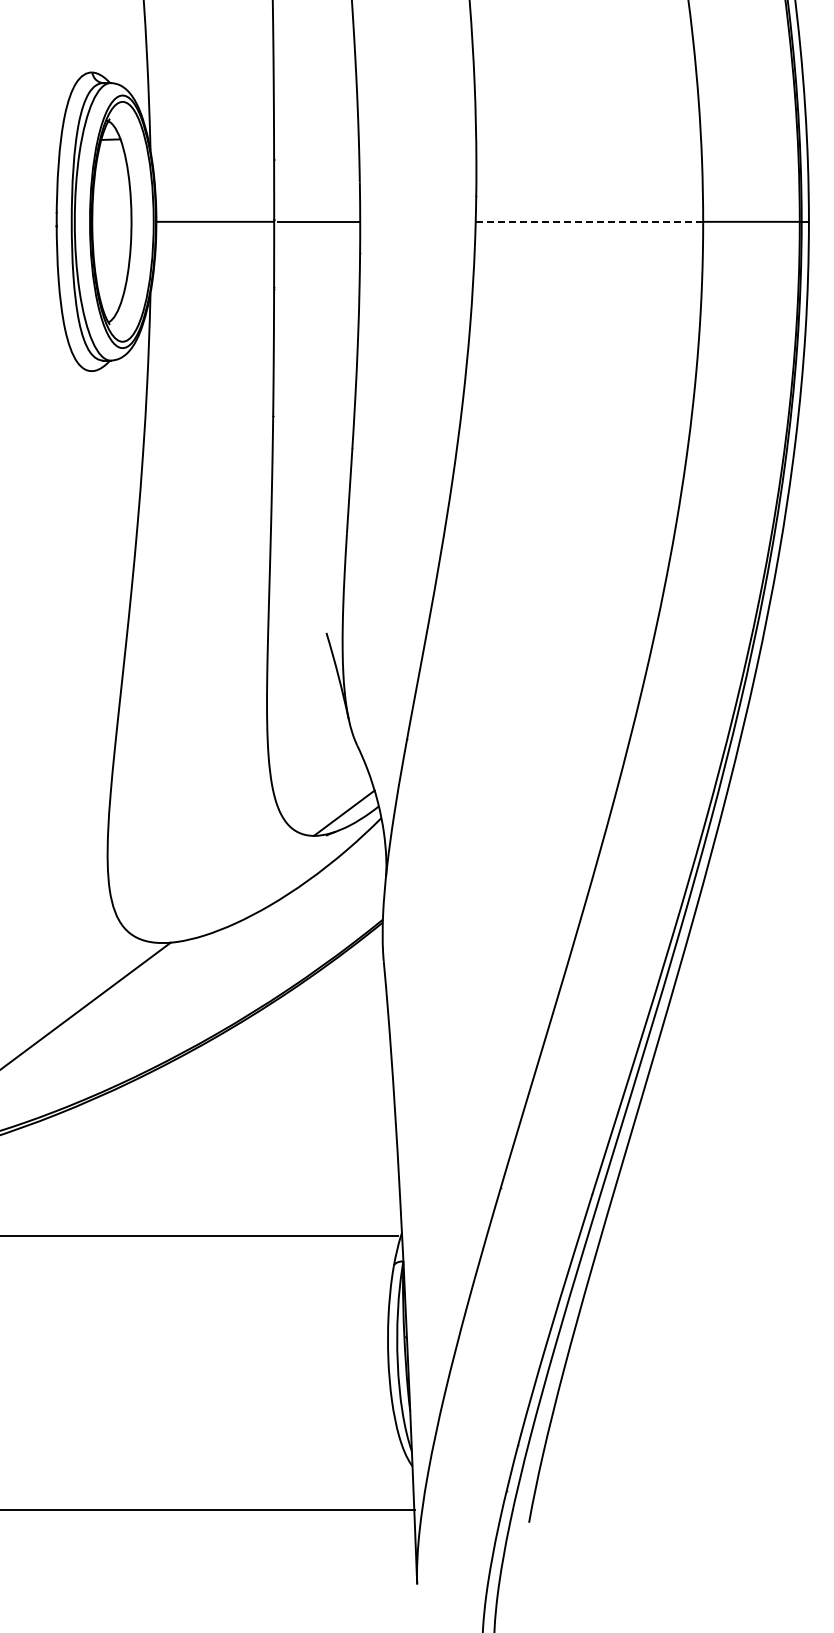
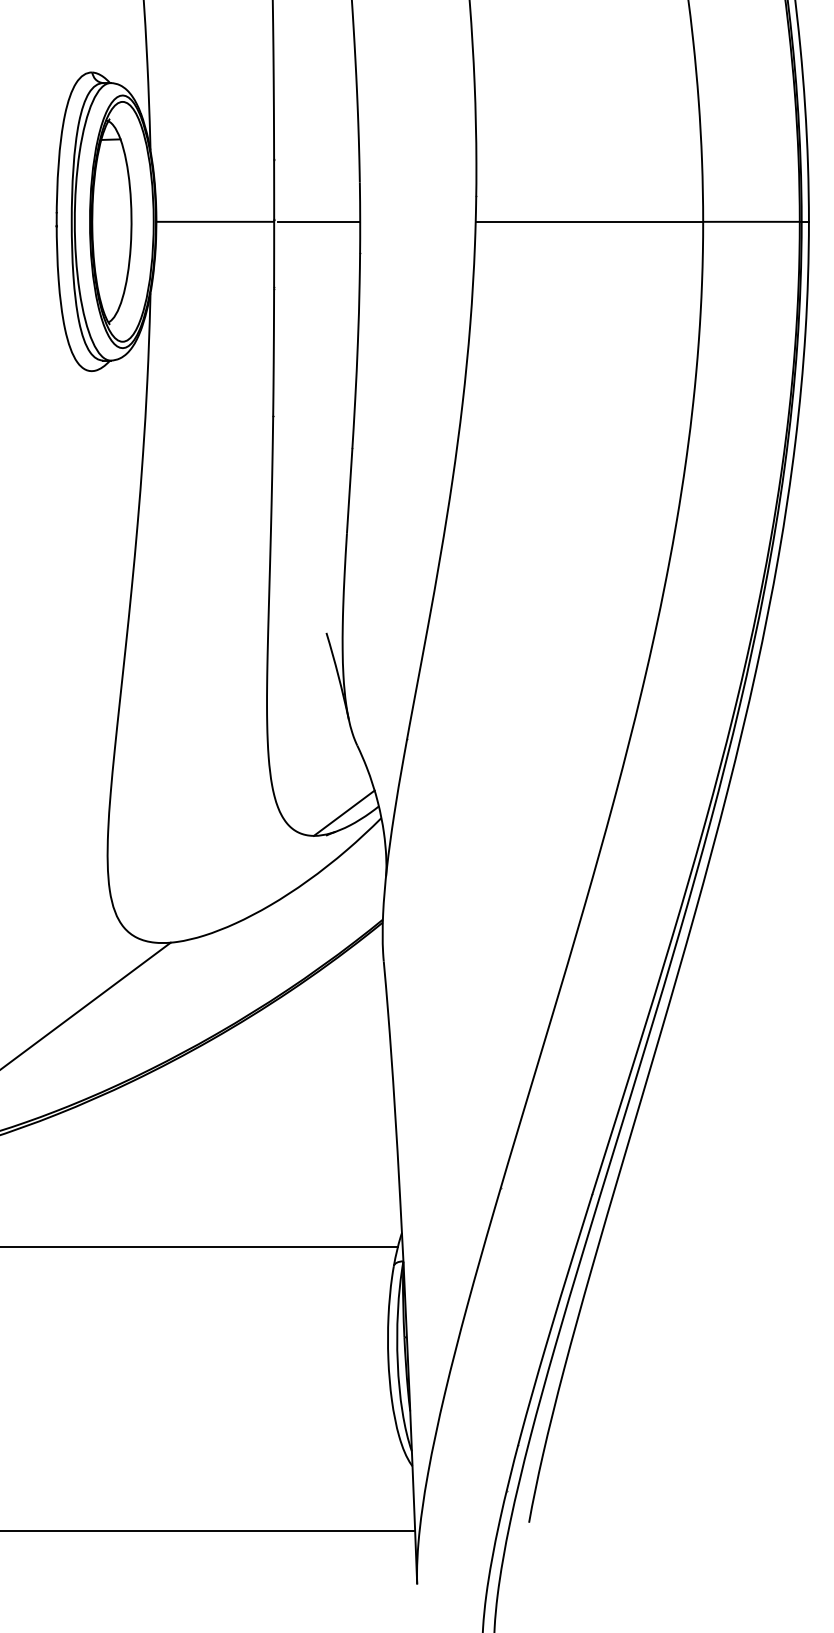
line at (589, 221): dashed -> solid
line at (199, 1235) position: (199, 1235) -> (199, 1246)
line at (208, 1510) position: (208, 1510) -> (208, 1531)
